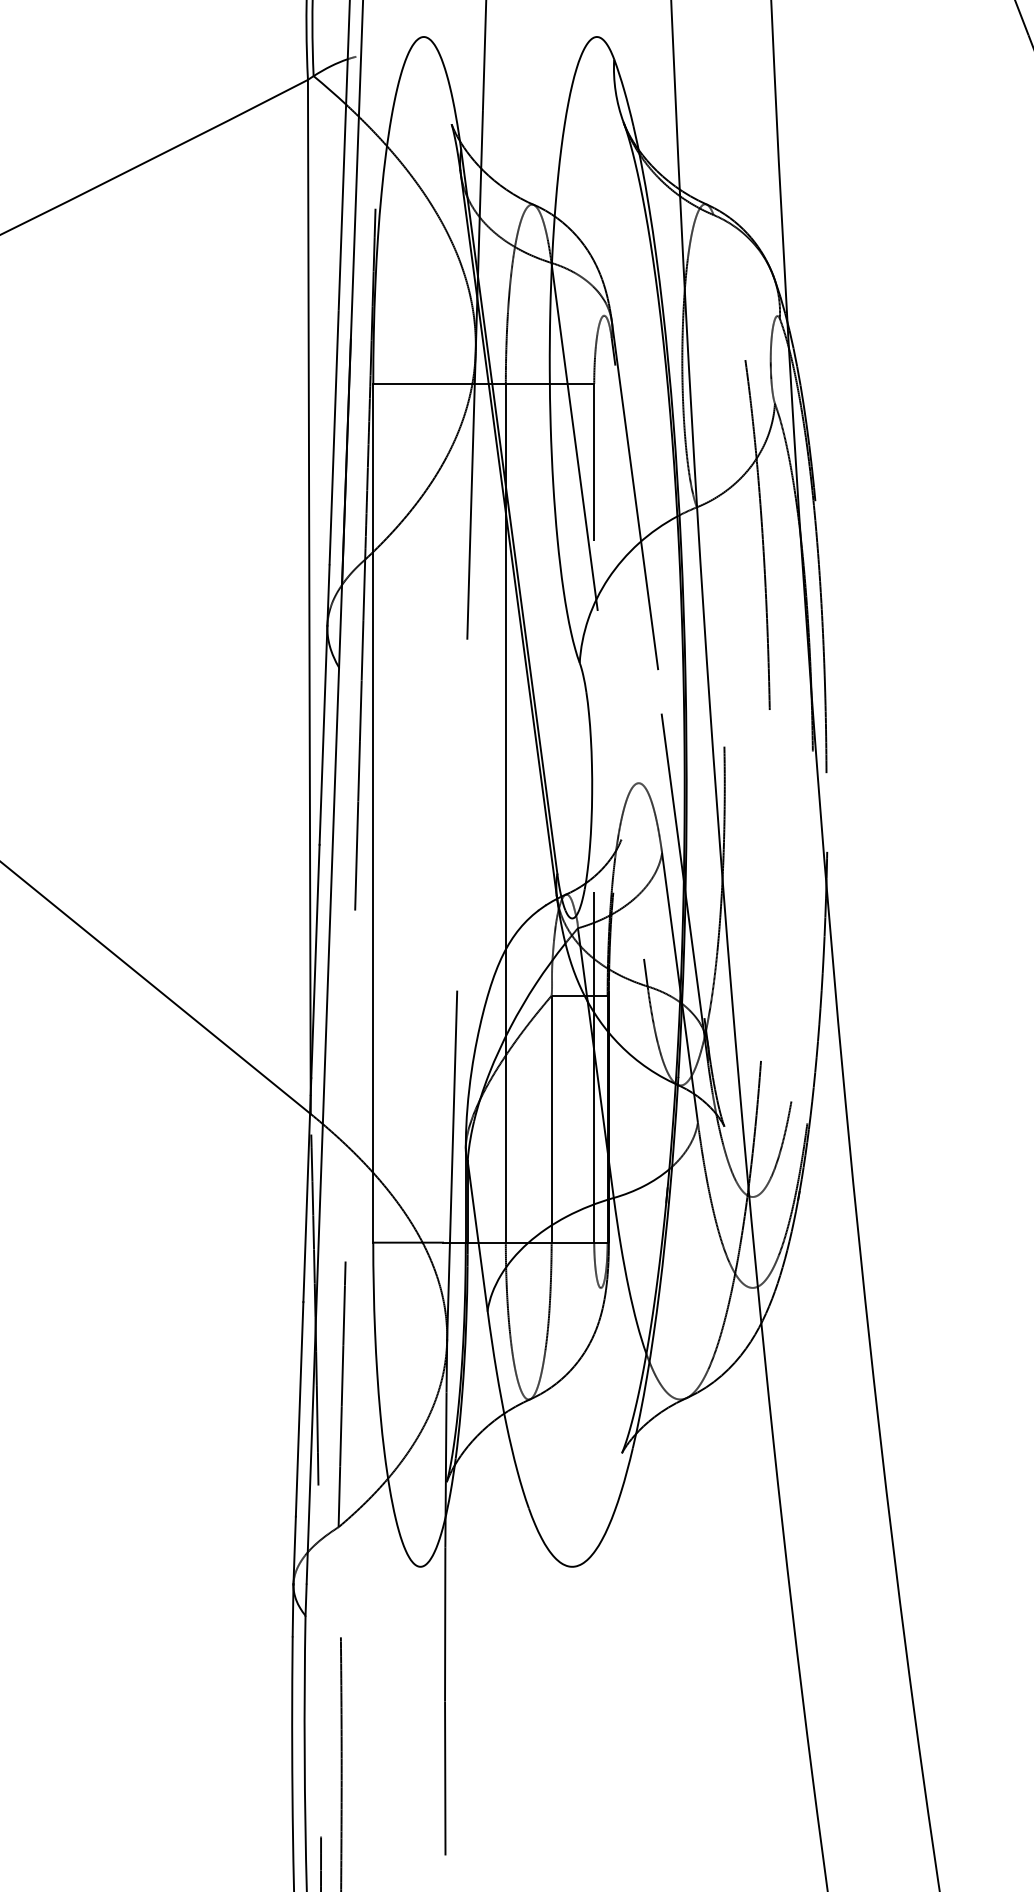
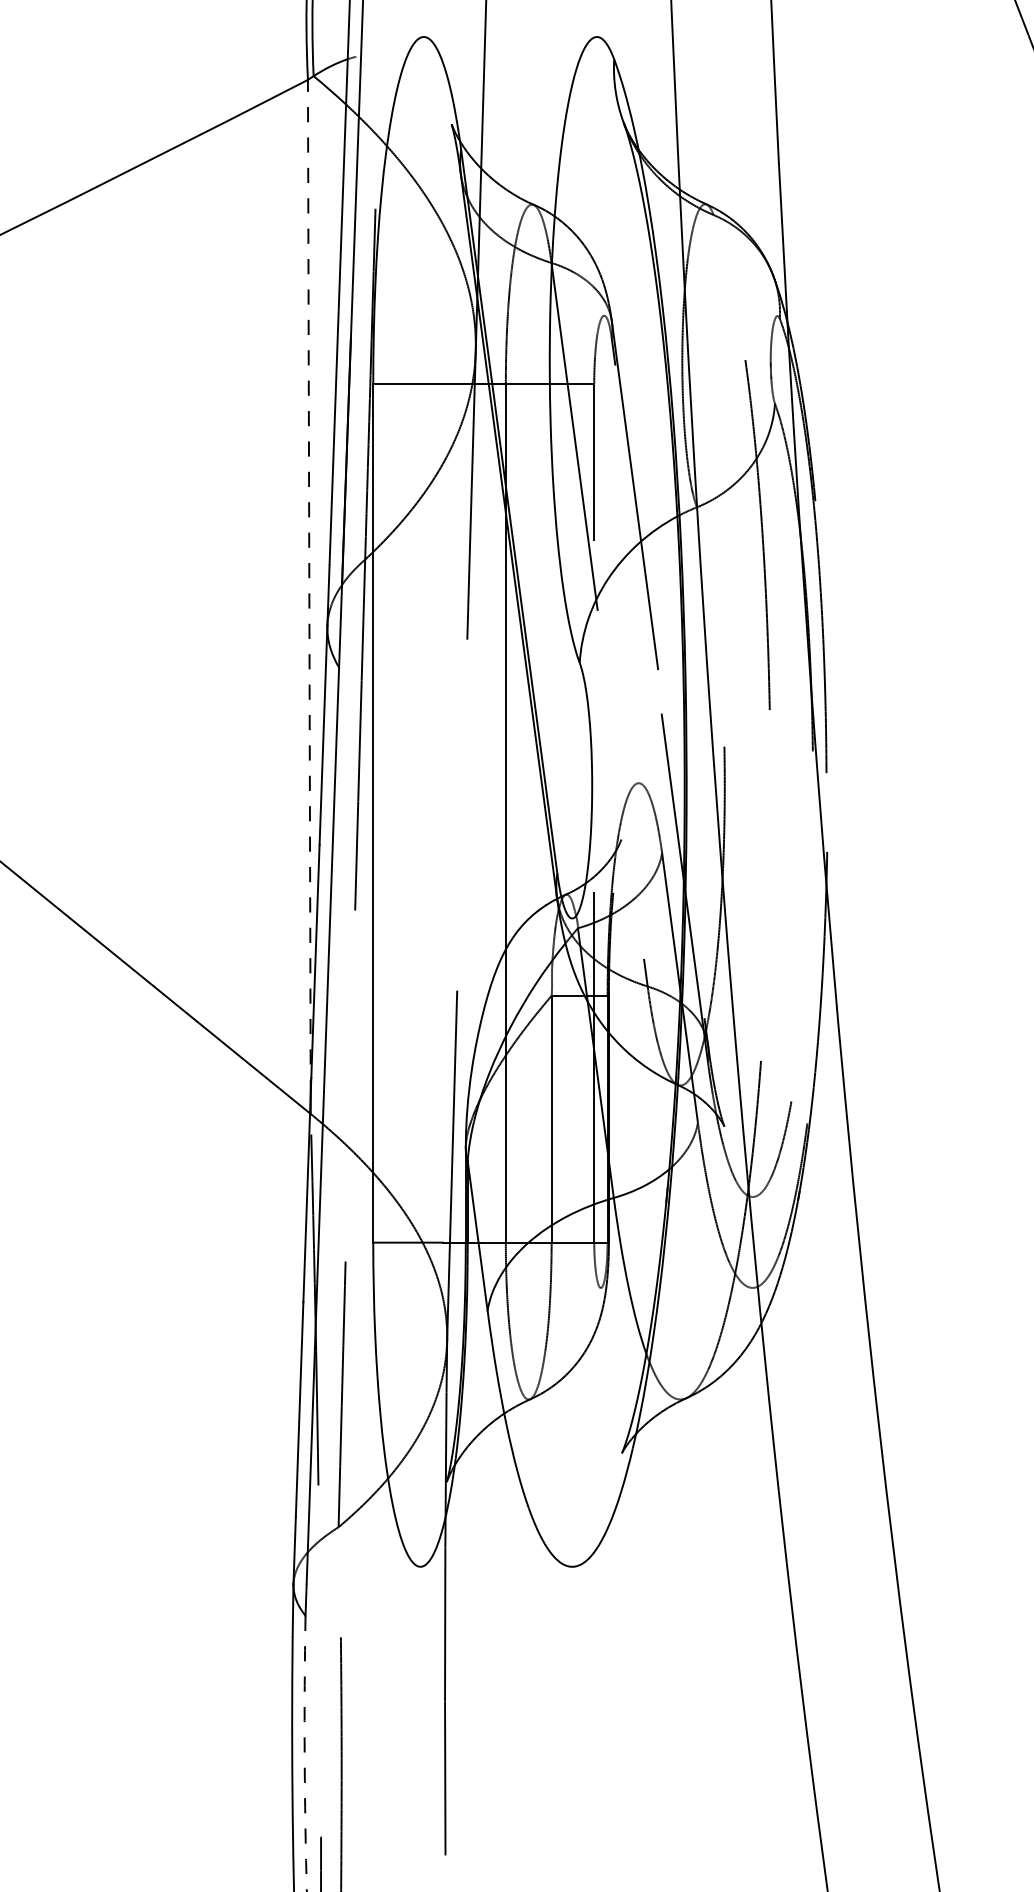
line at (309, 587): solid -> dashed
arc at (304, 1754): solid -> dashed
